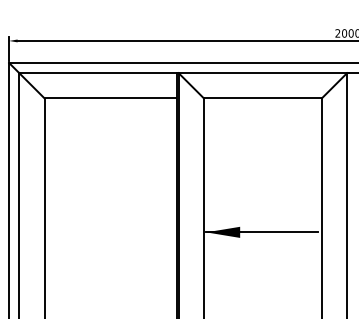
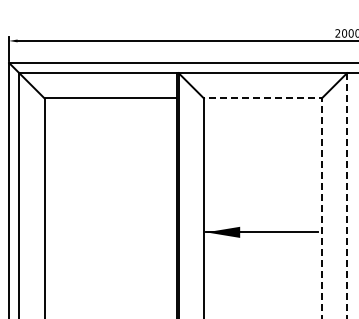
line at (321, 148): solid -> dashed
line at (347, 195): solid -> dashed
